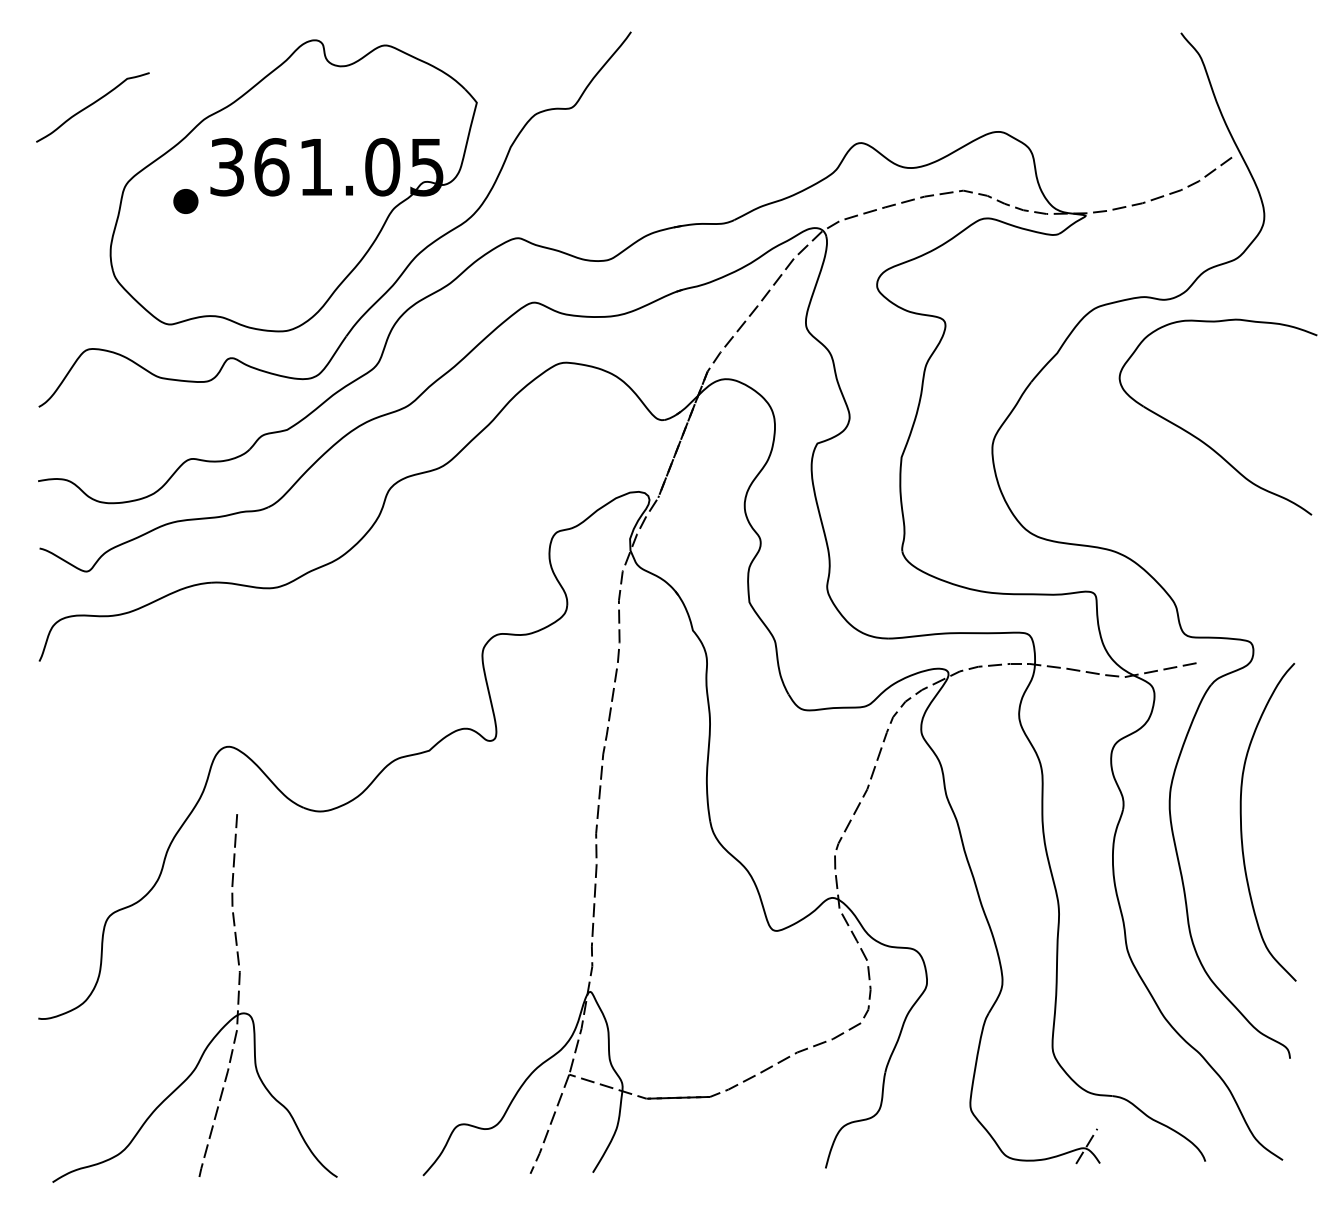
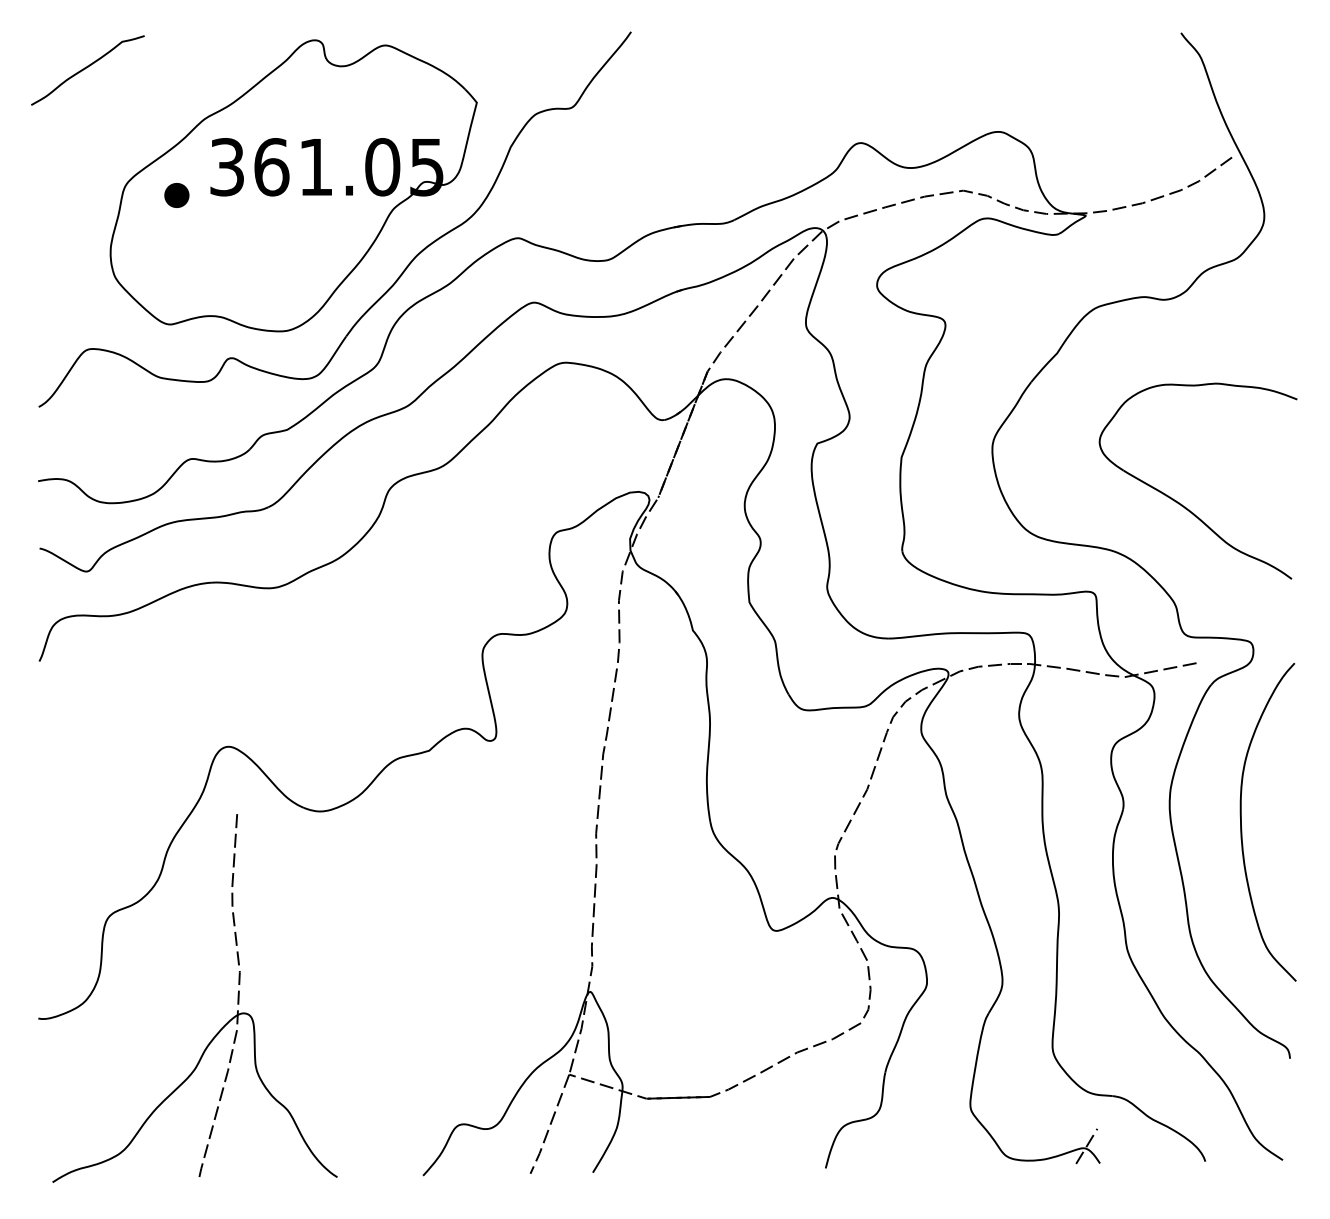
curve at (91, 105) position: (91, 105) -> (86, 68)
part at (185, 201) position: (185, 201) -> (176, 195)
part at (1202, 440) position: (1202, 440) -> (1182, 504)
